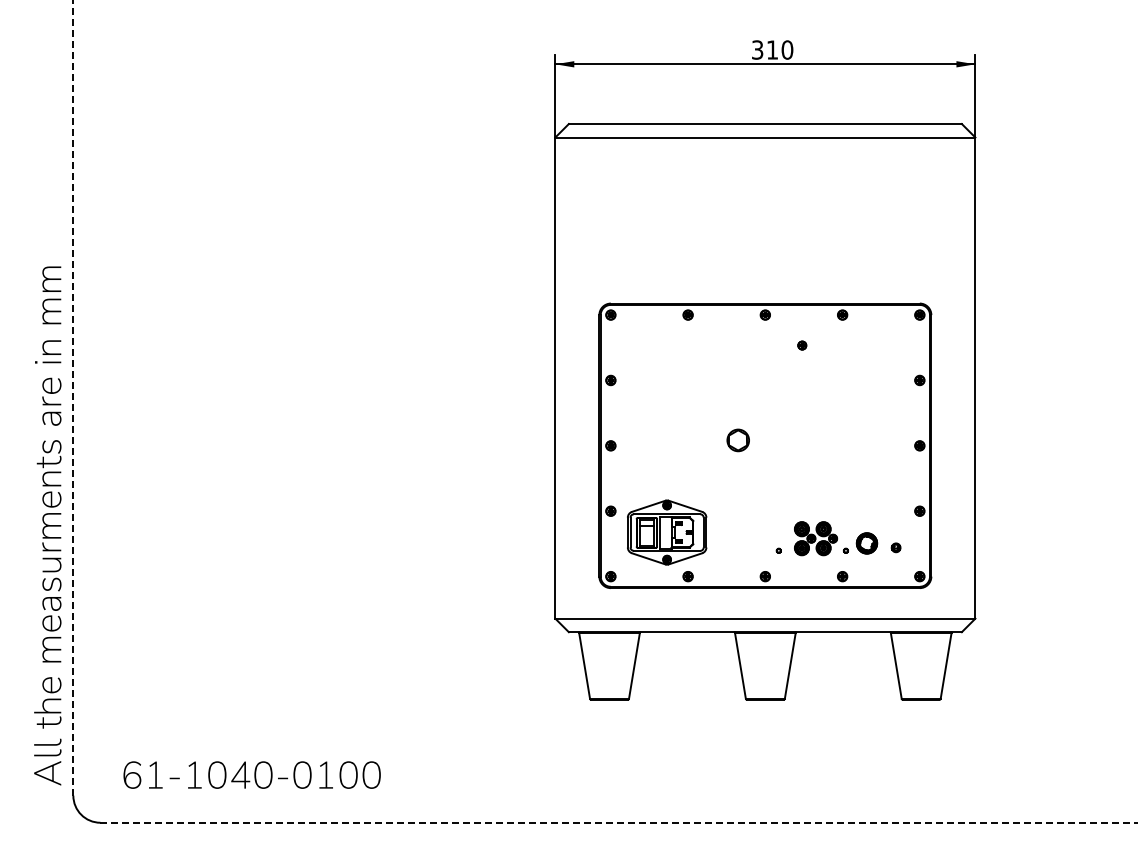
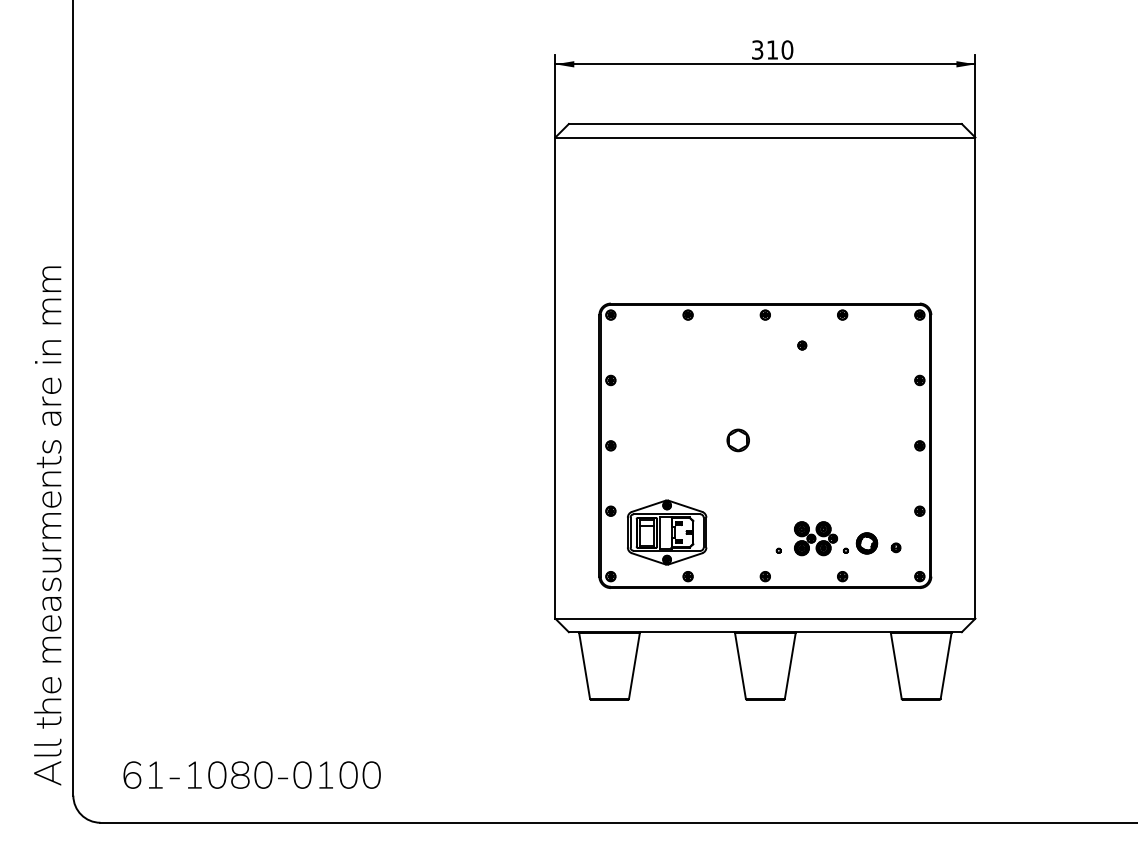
line at (73, 397): dashed -> solid
text at (240, 774): 61-1040-0100 -> 61-1080-0100
line at (619, 822): dashed -> solid
